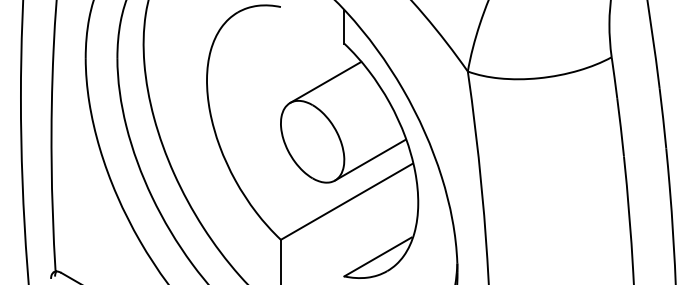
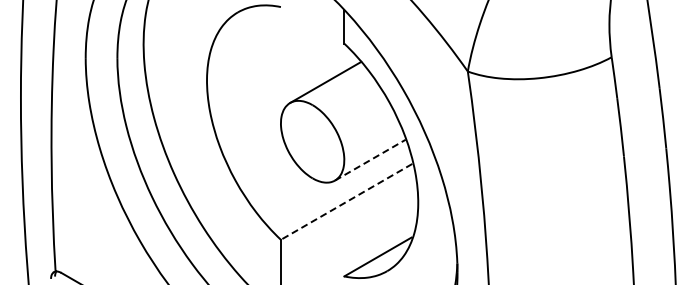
line at (370, 160): solid -> dashed
line at (346, 201): solid -> dashed
